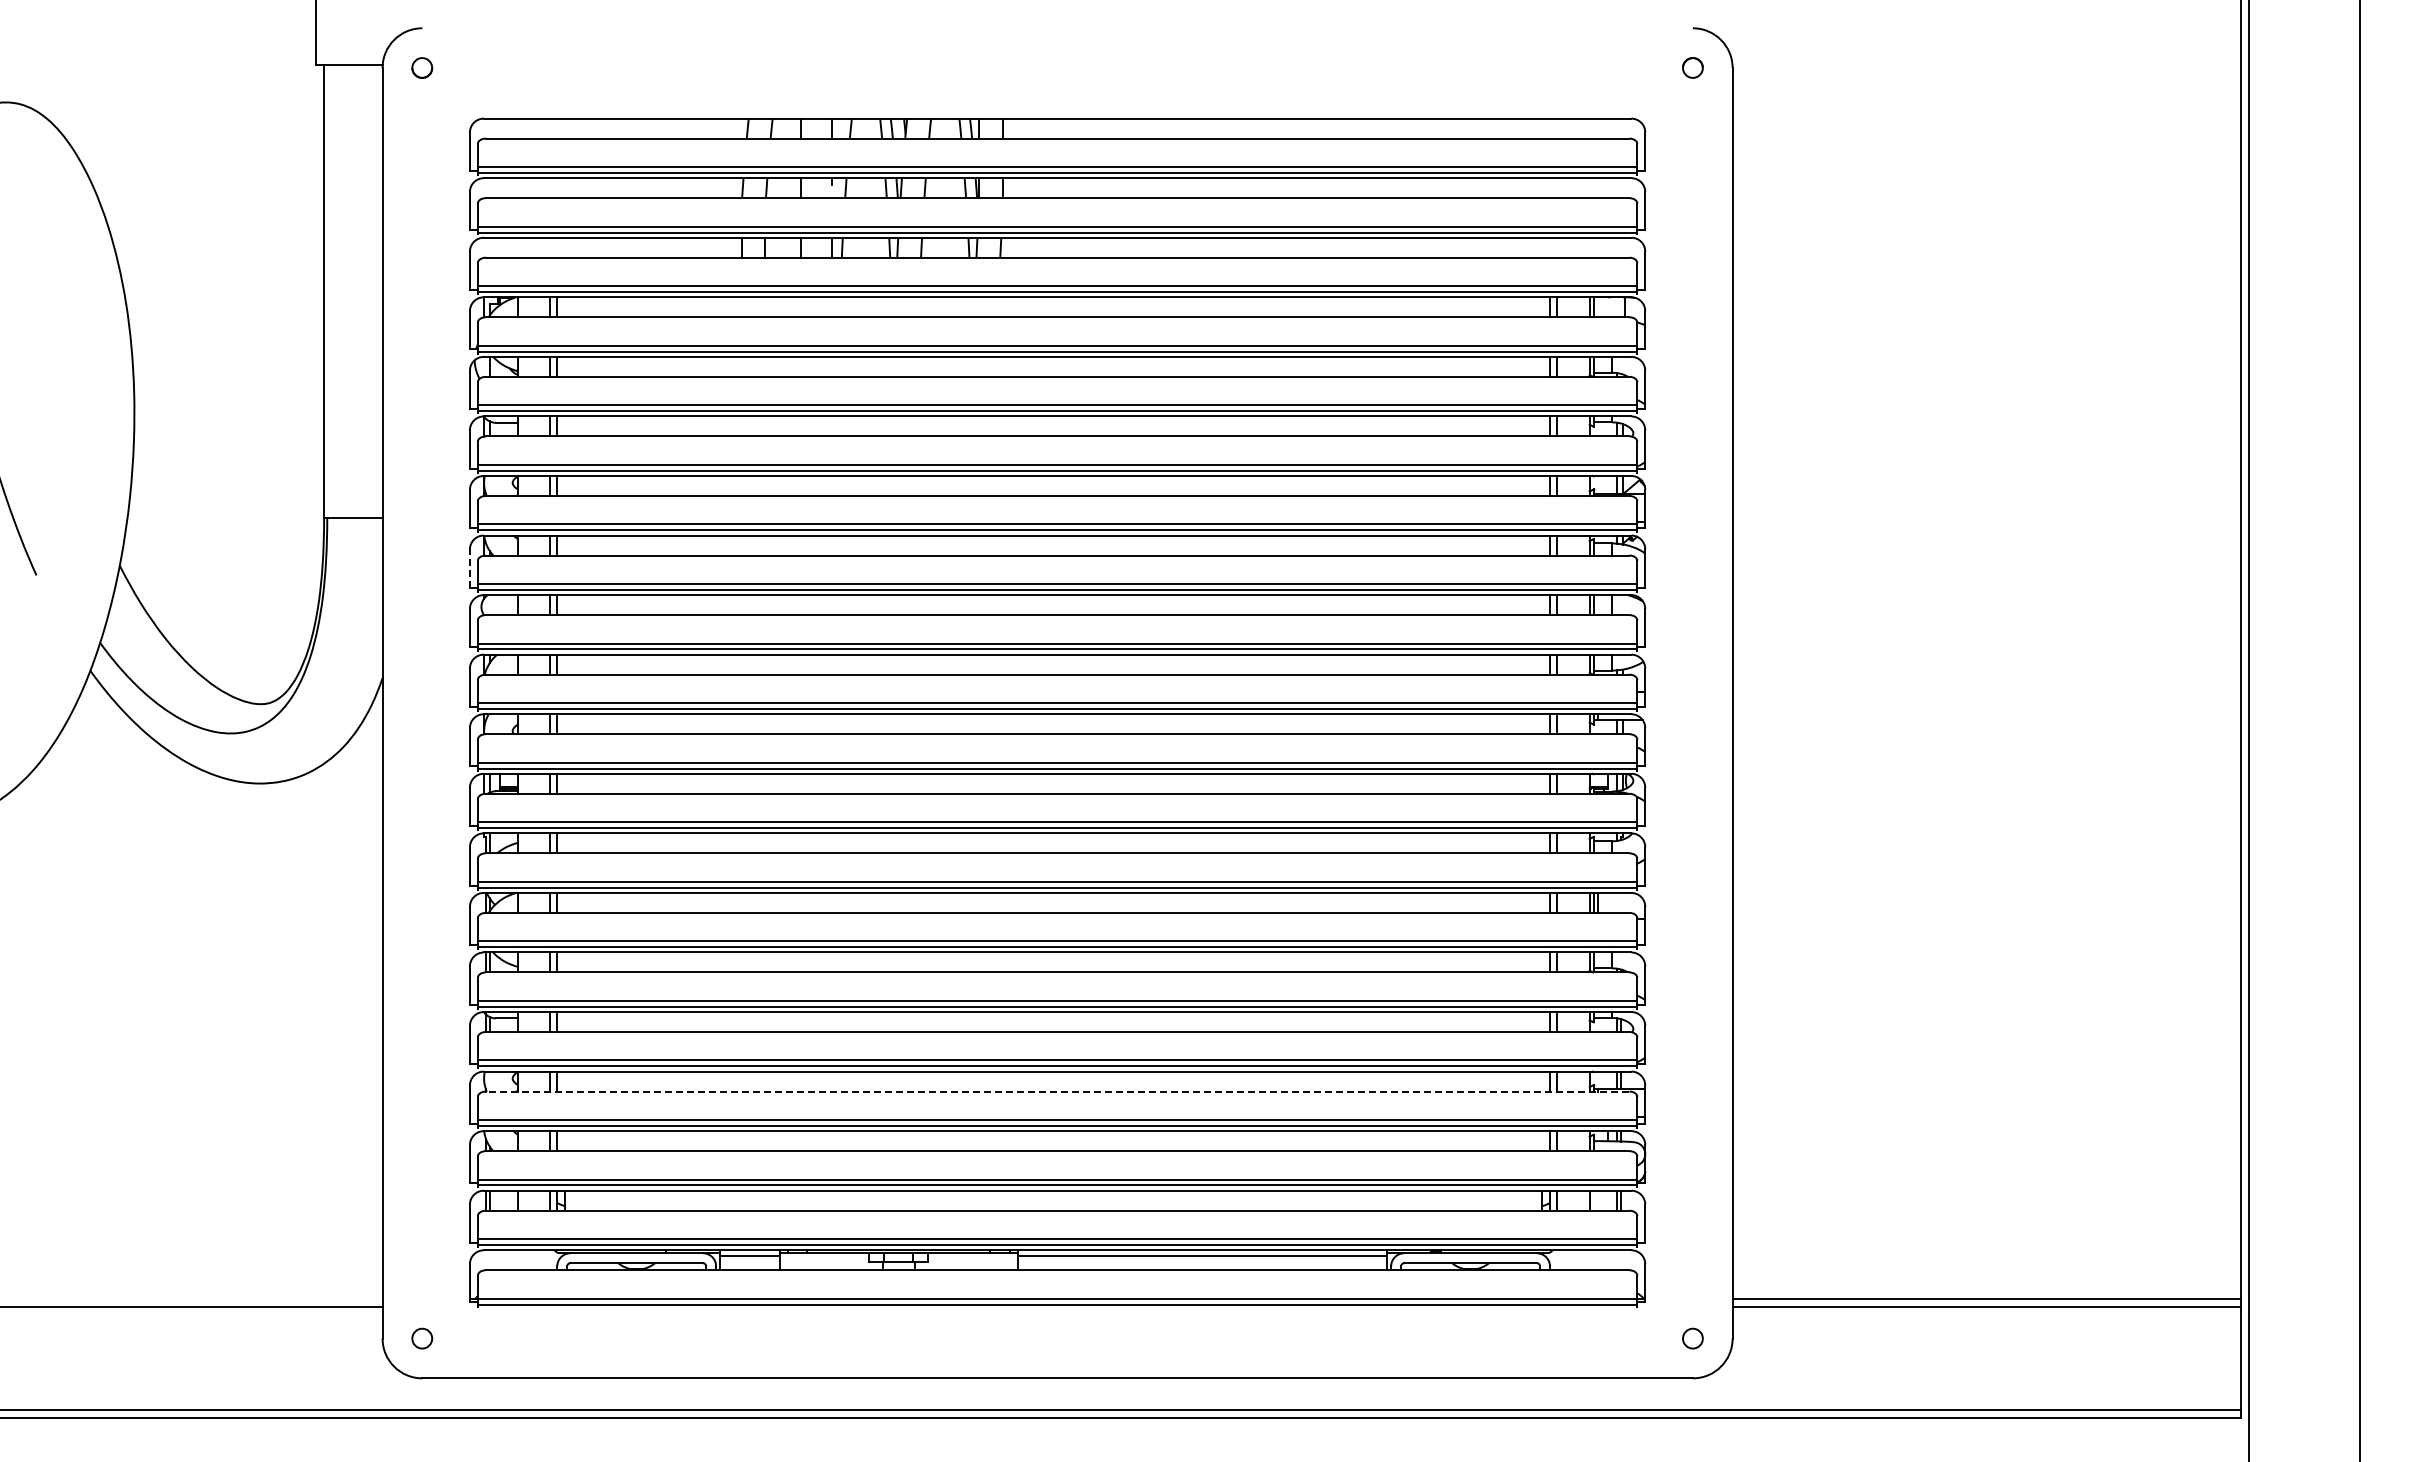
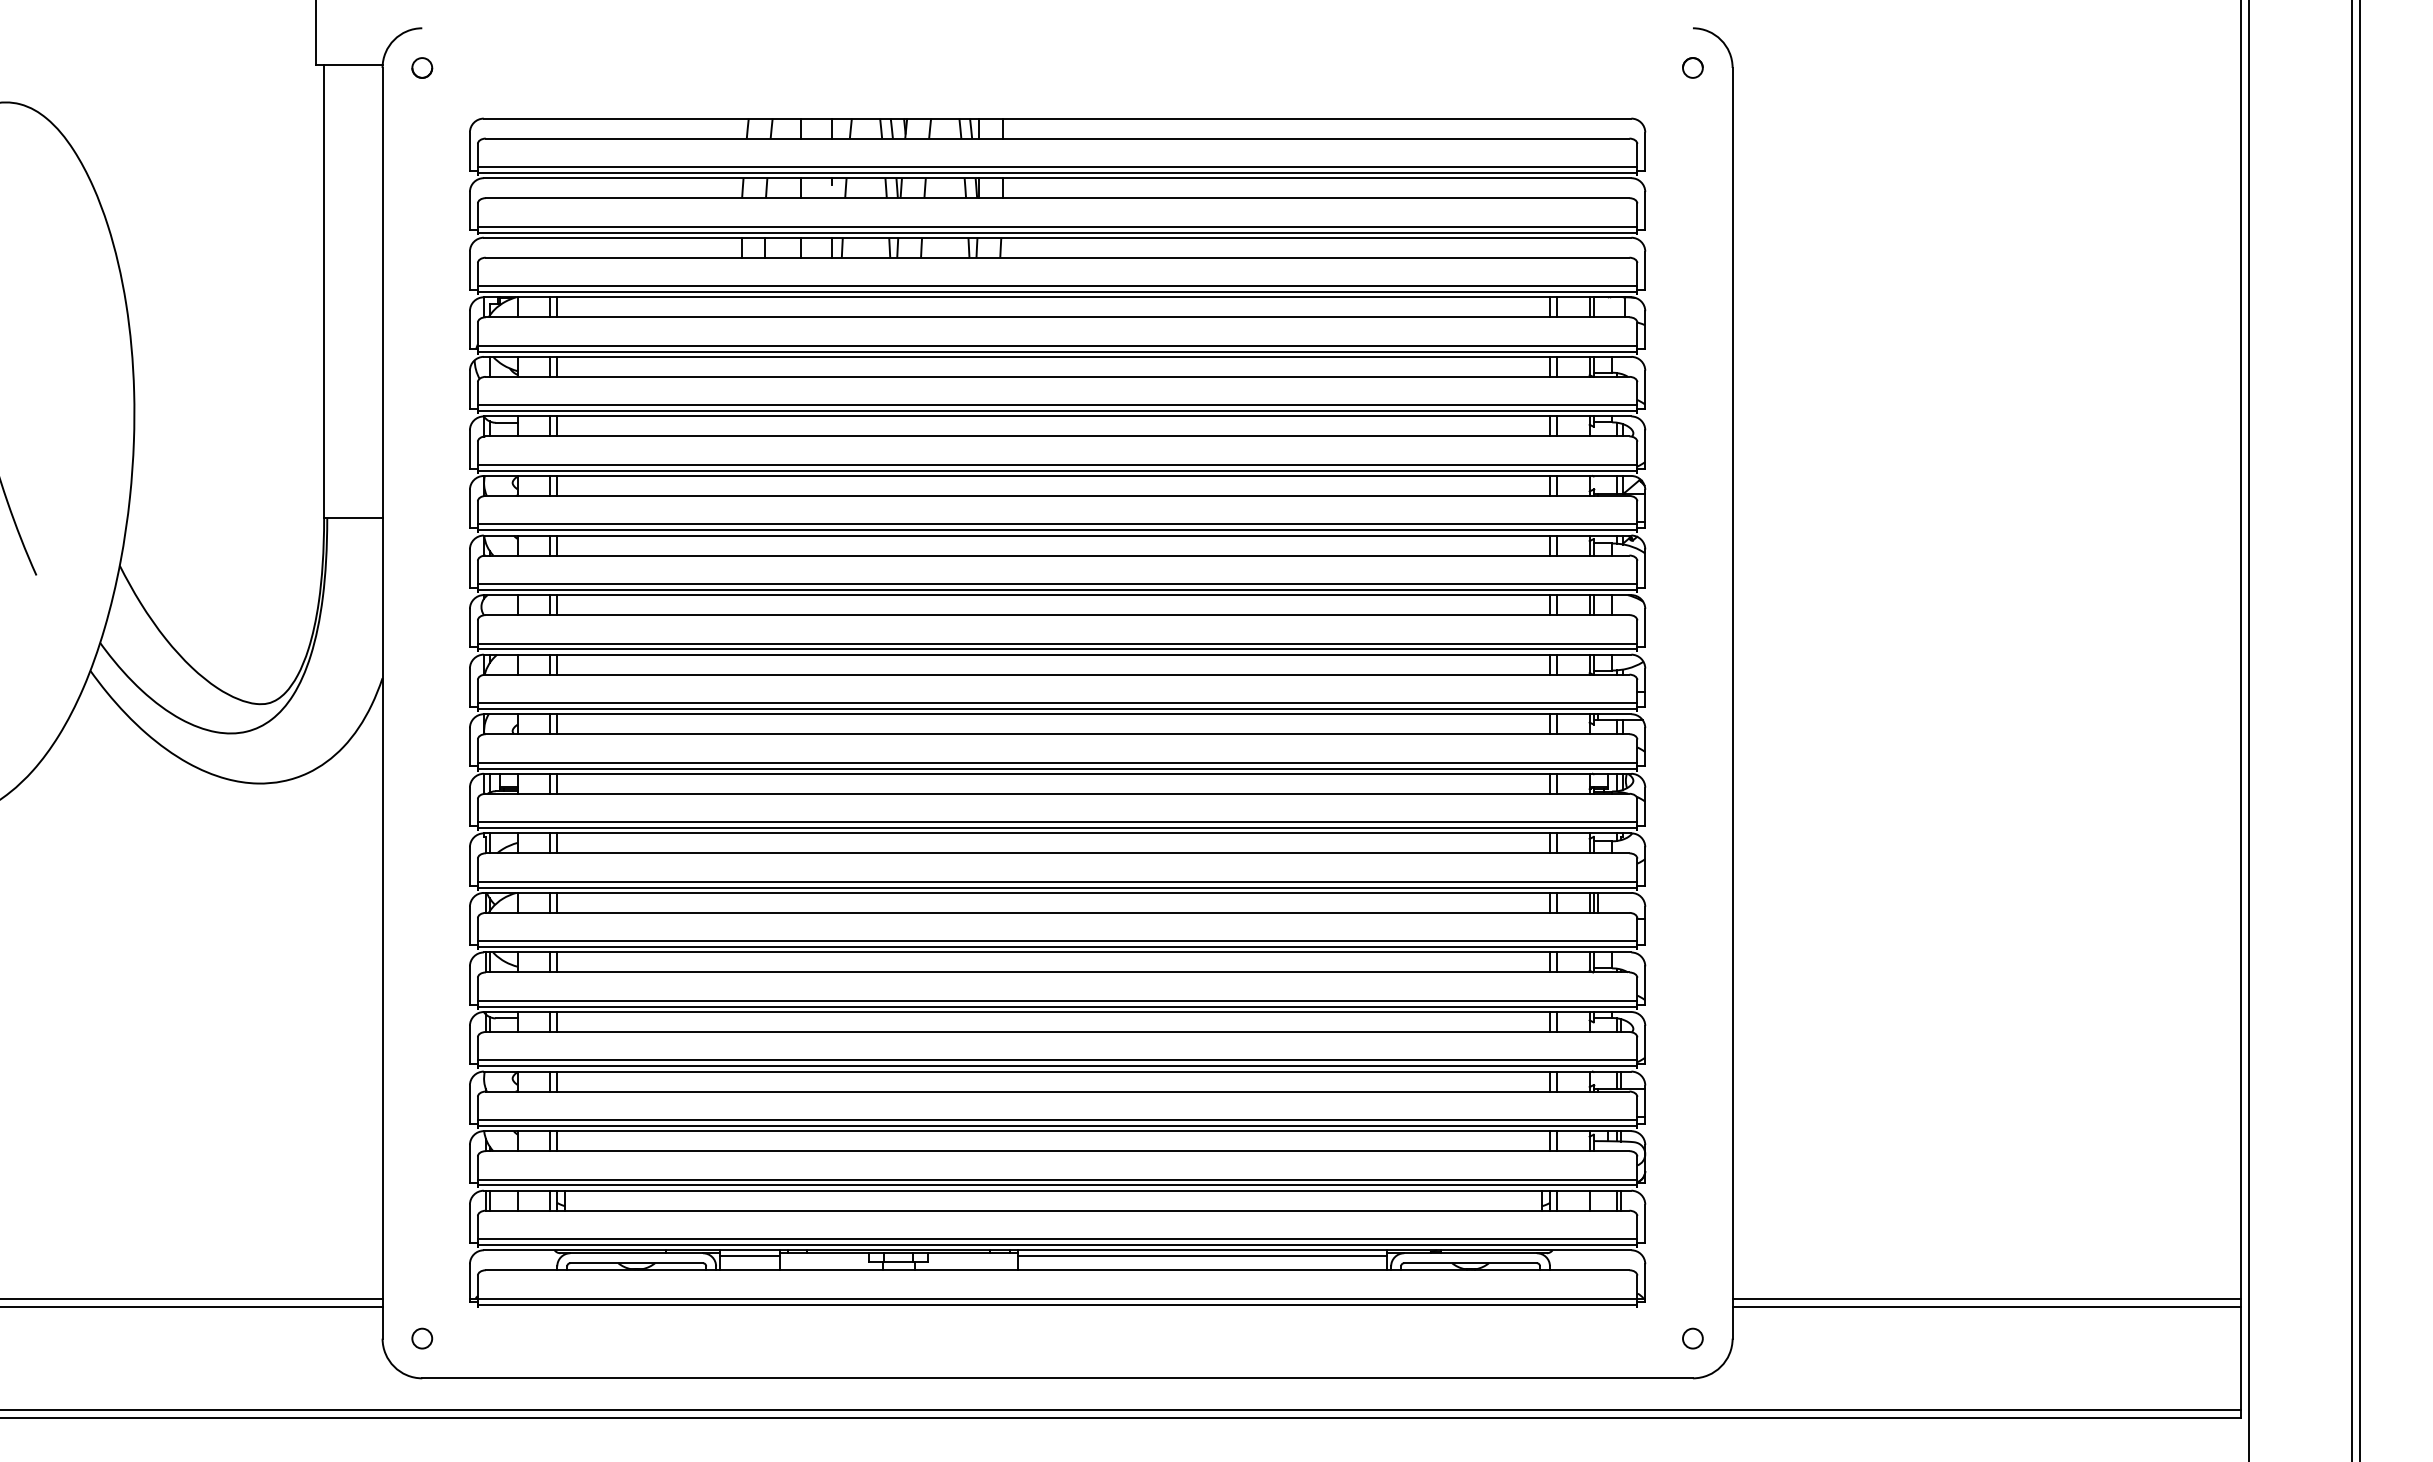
line at (469, 568): dashed -> solid
line at (2352, 730): none -> present
line at (1057, 1091): dashed -> solid
line at (192, 1298): none -> present
